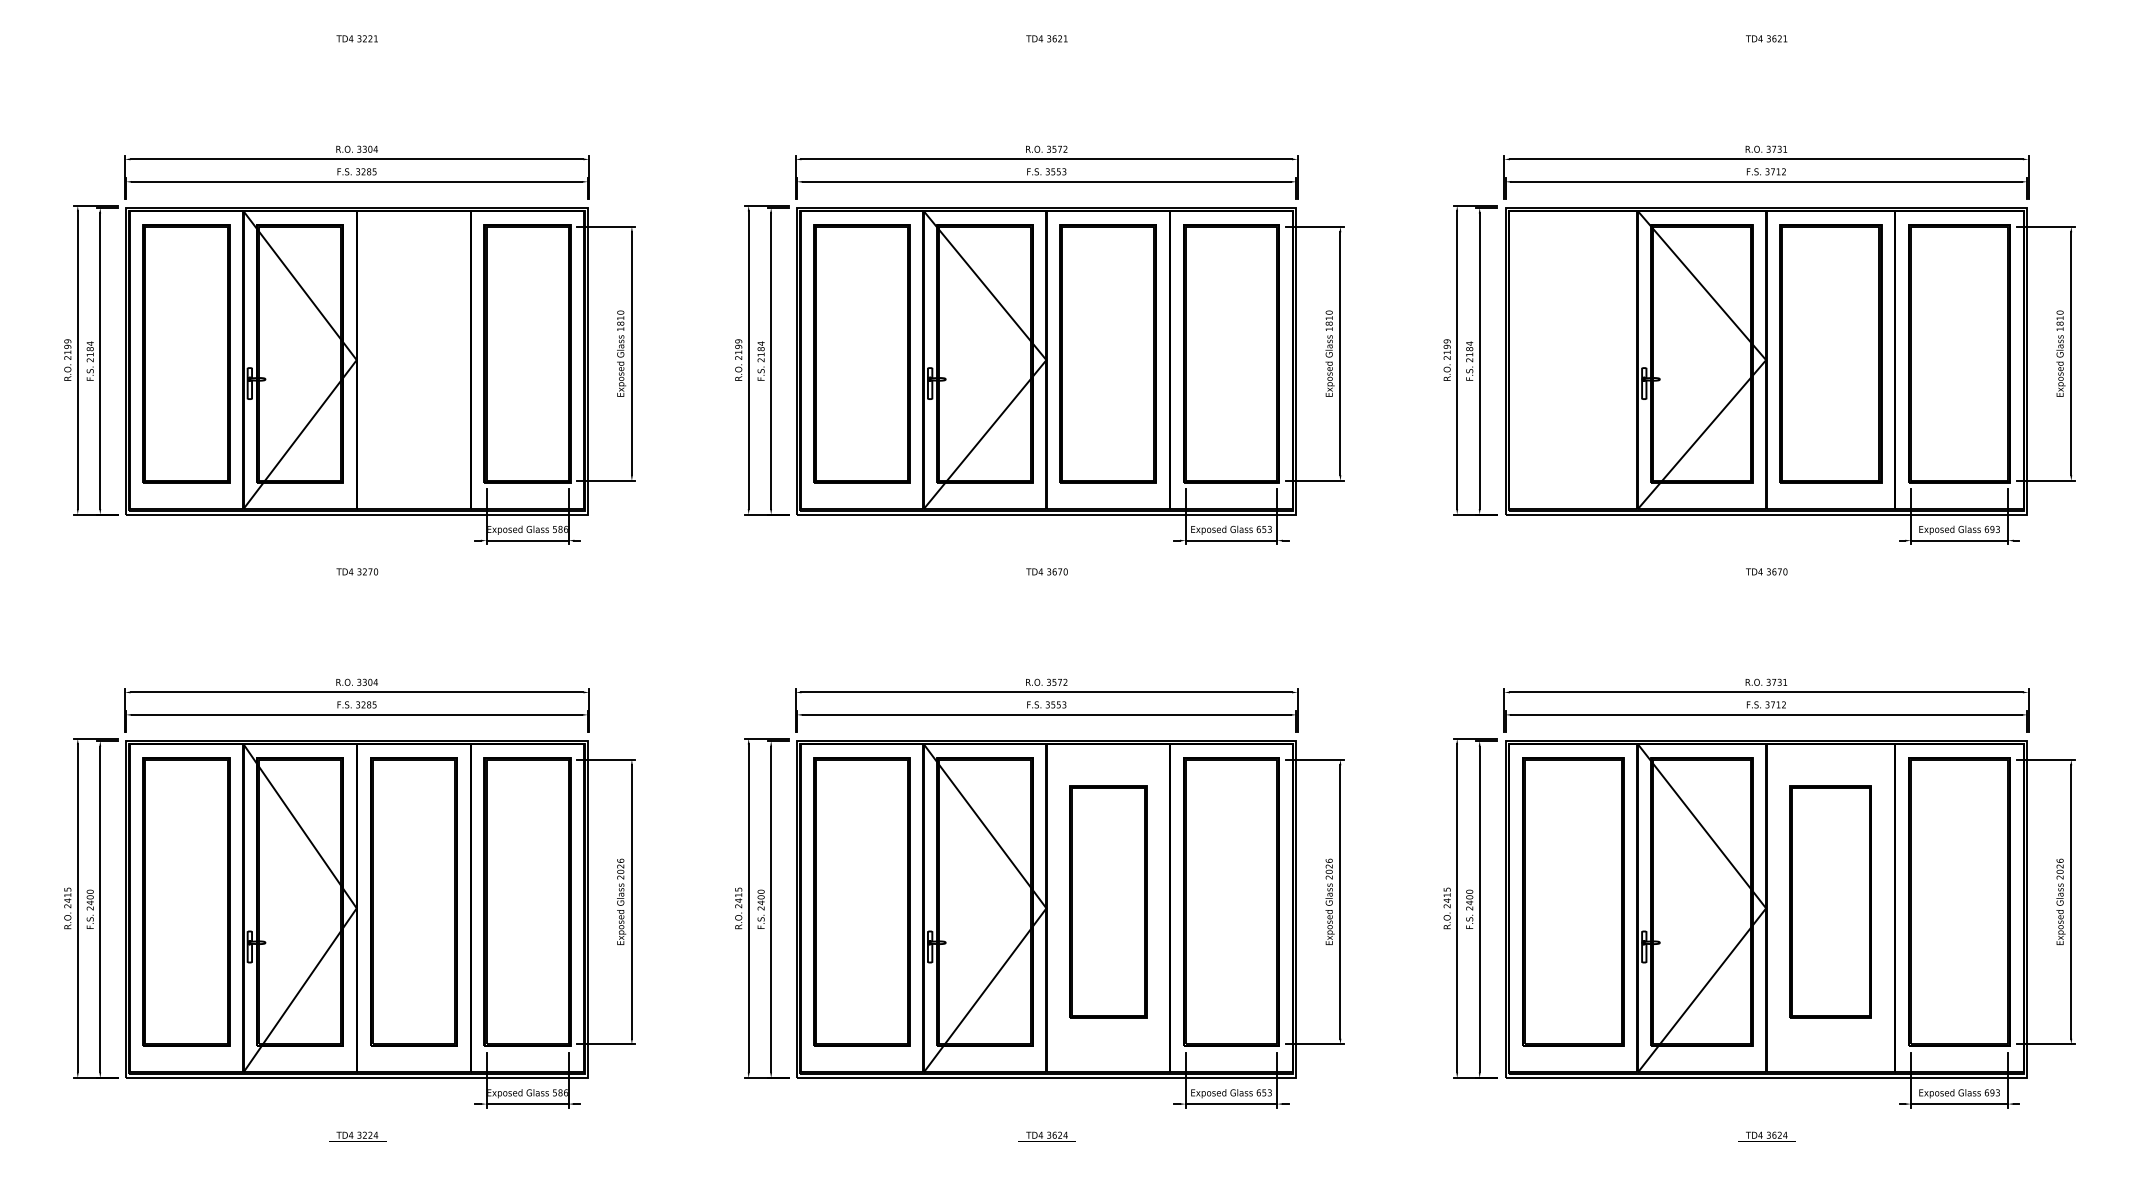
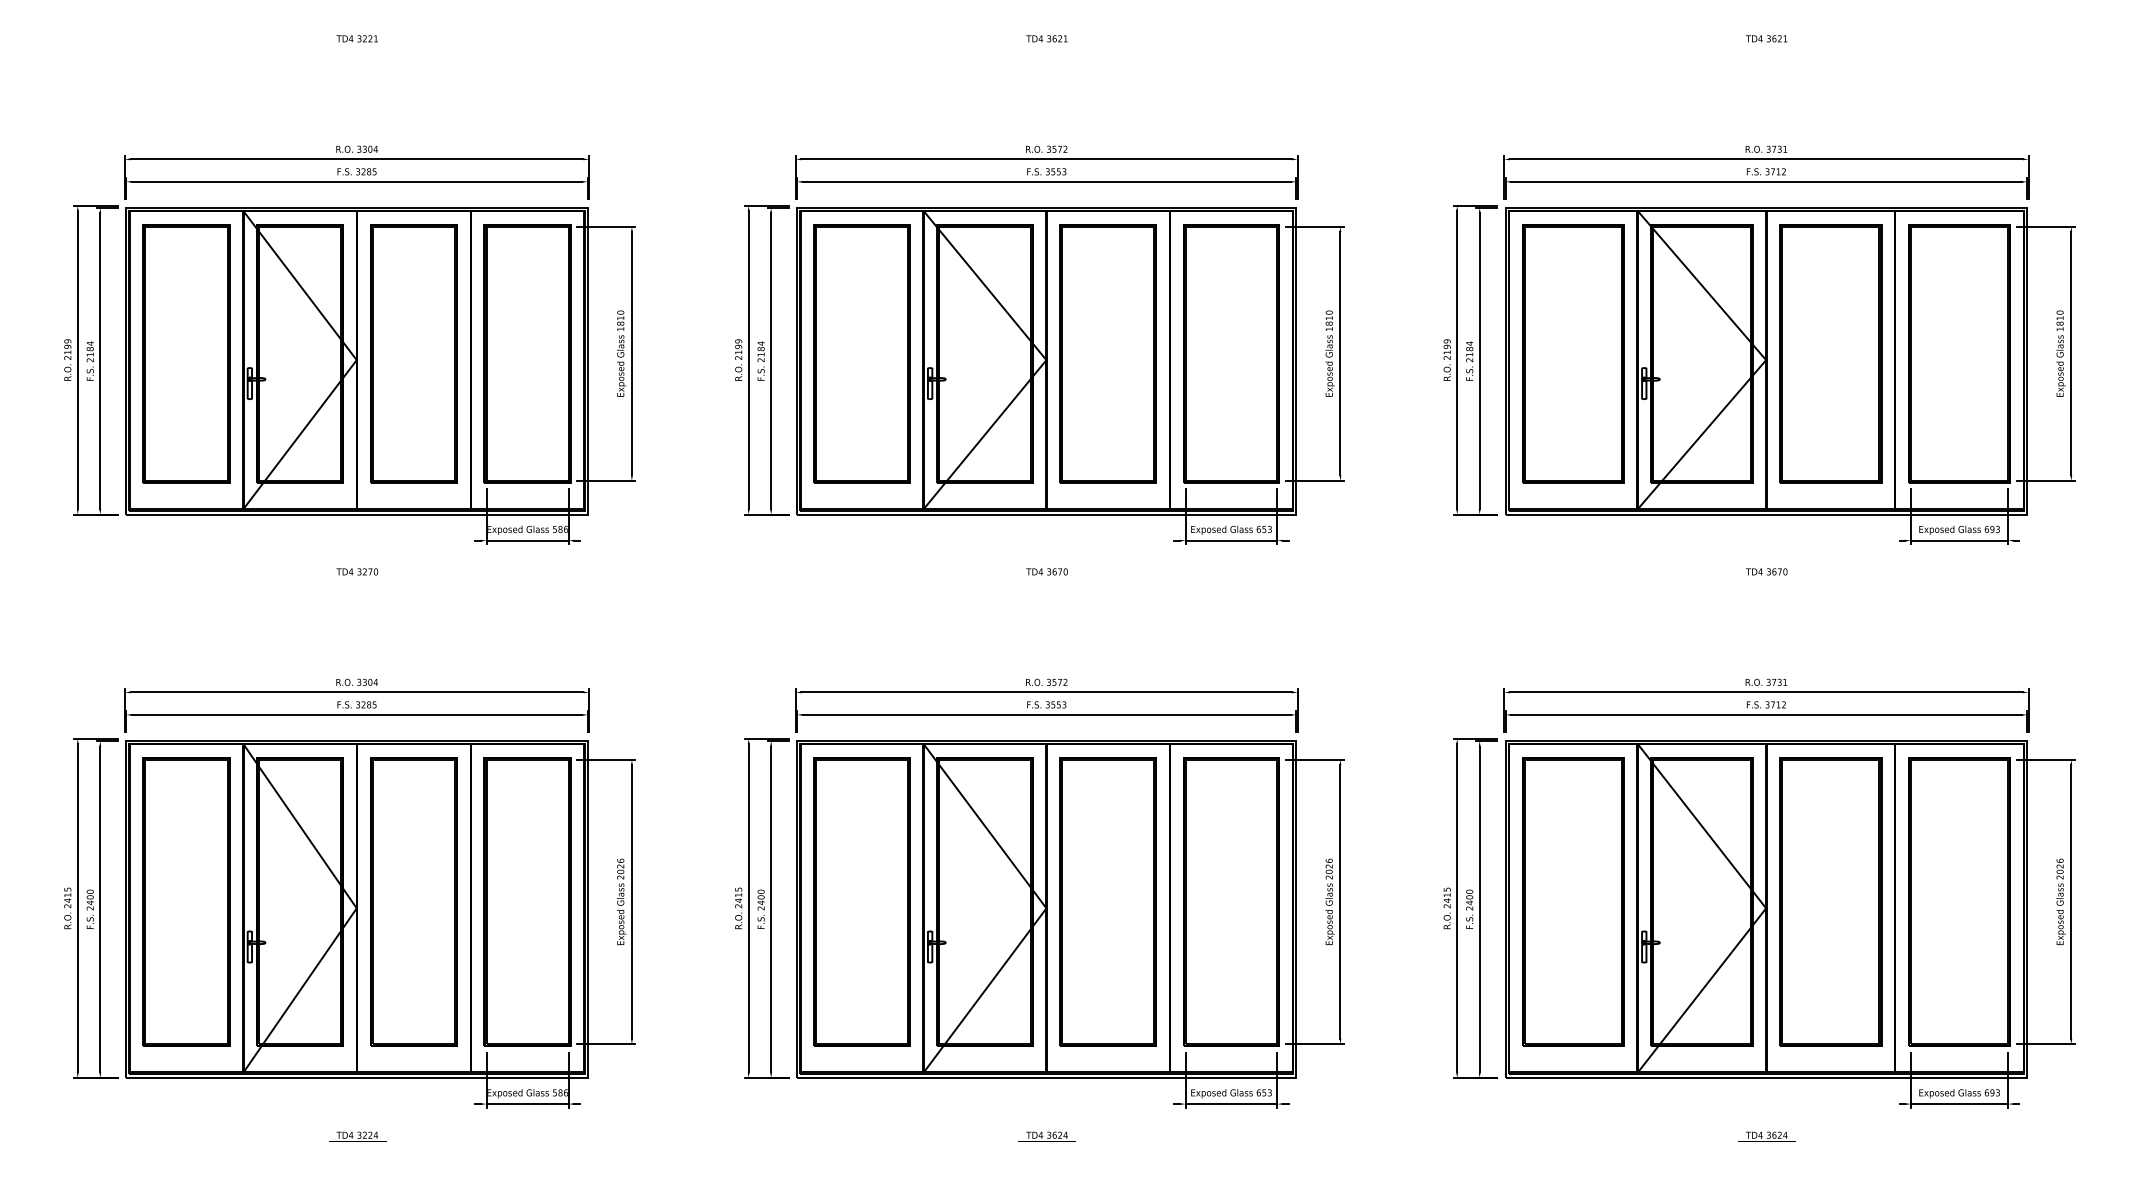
part at (413, 353): none -> present
part at (1573, 353): none -> present
part at (1108, 901) size: 79x234 px -> 98x290 px
part at (1830, 901) size: 83x234 px -> 104x290 px
